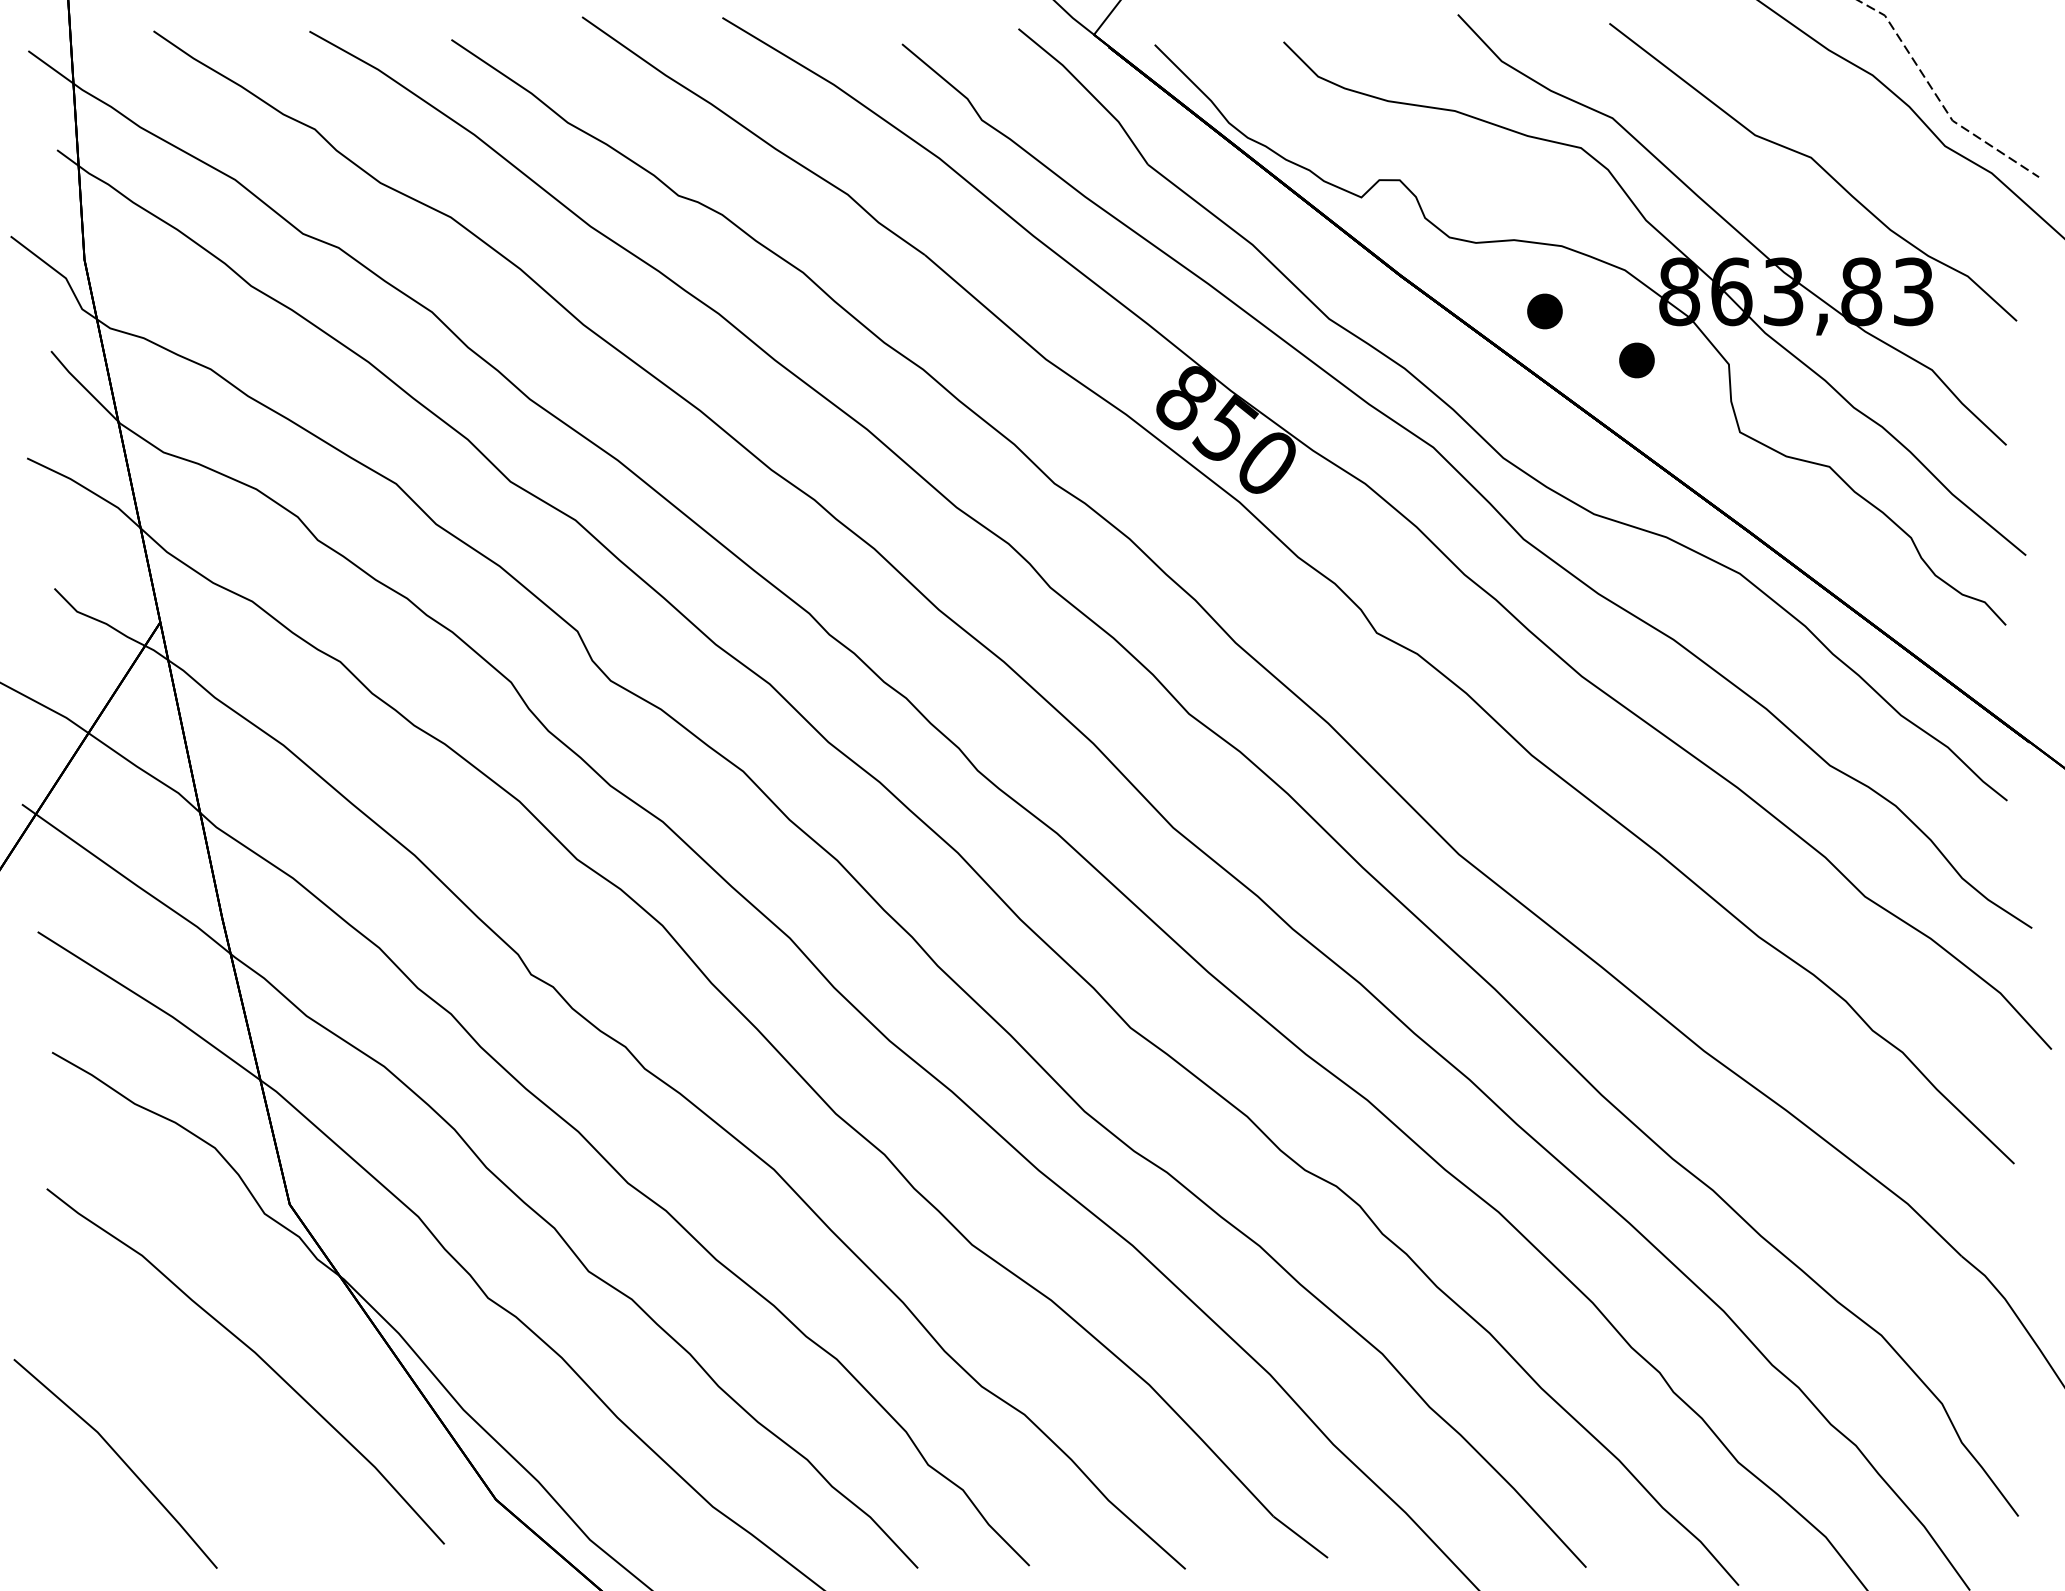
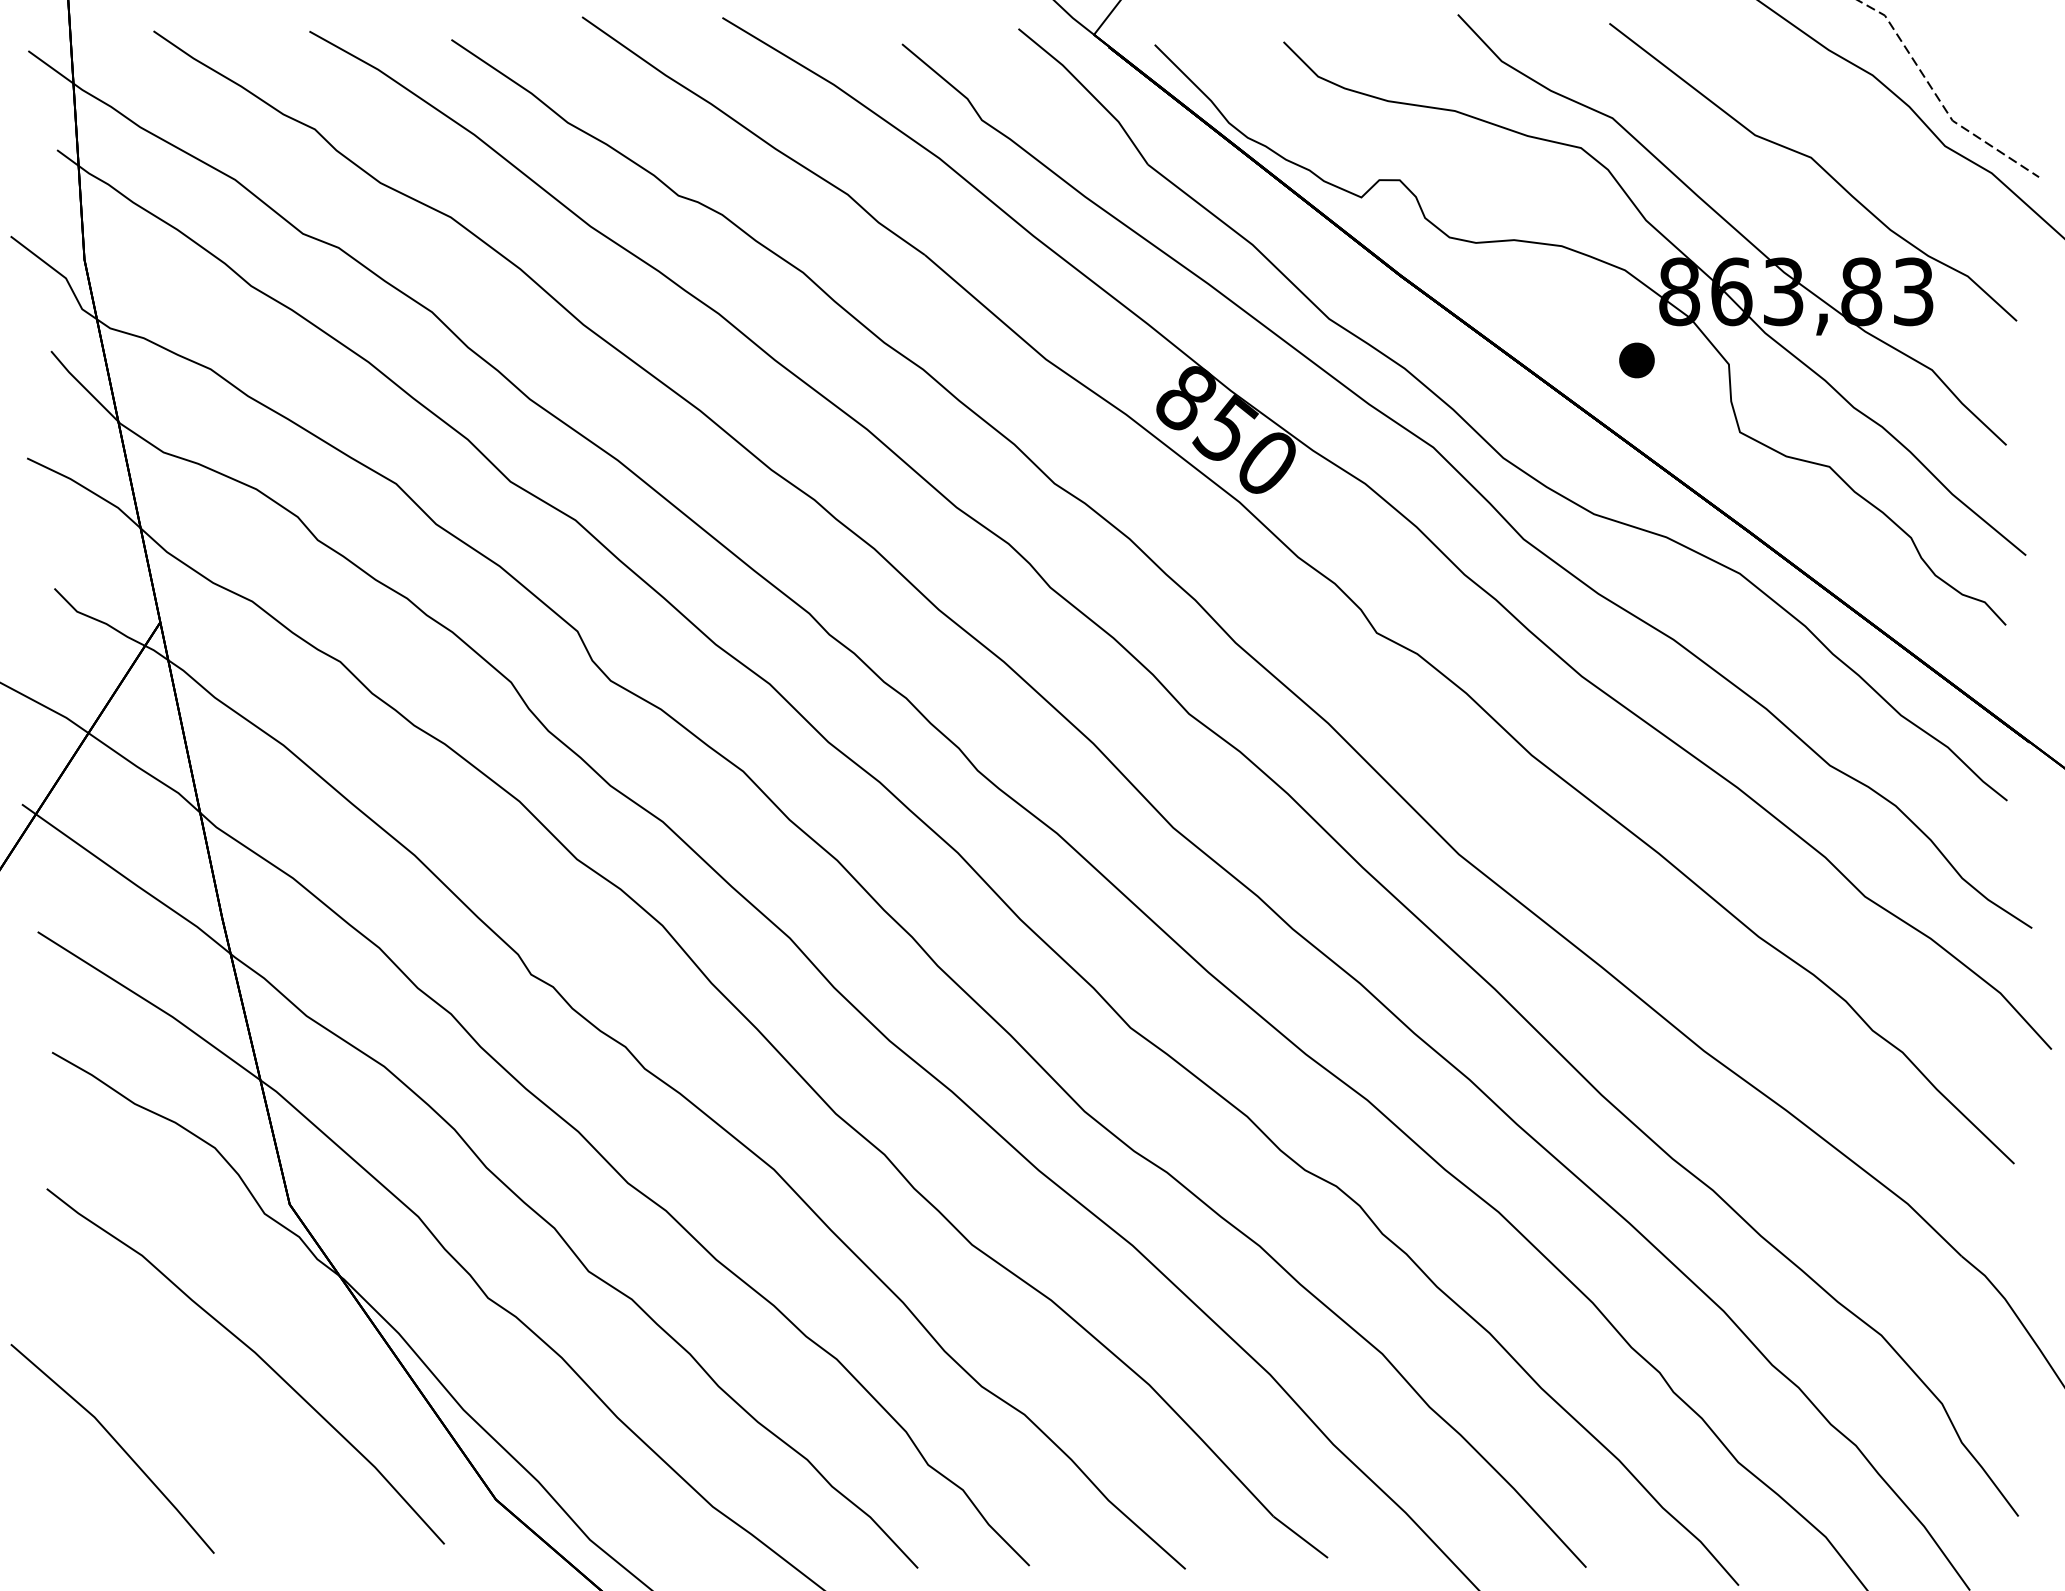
part at (1544, 311): present -> none
line at (119, 1458) position: (119, 1458) -> (116, 1443)
